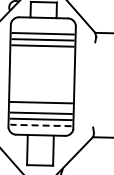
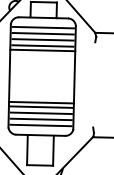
line at (42, 27): none -> present
line at (42, 50): none -> present
line at (41, 106): none -> present
line at (40, 125): dashed -> solid
